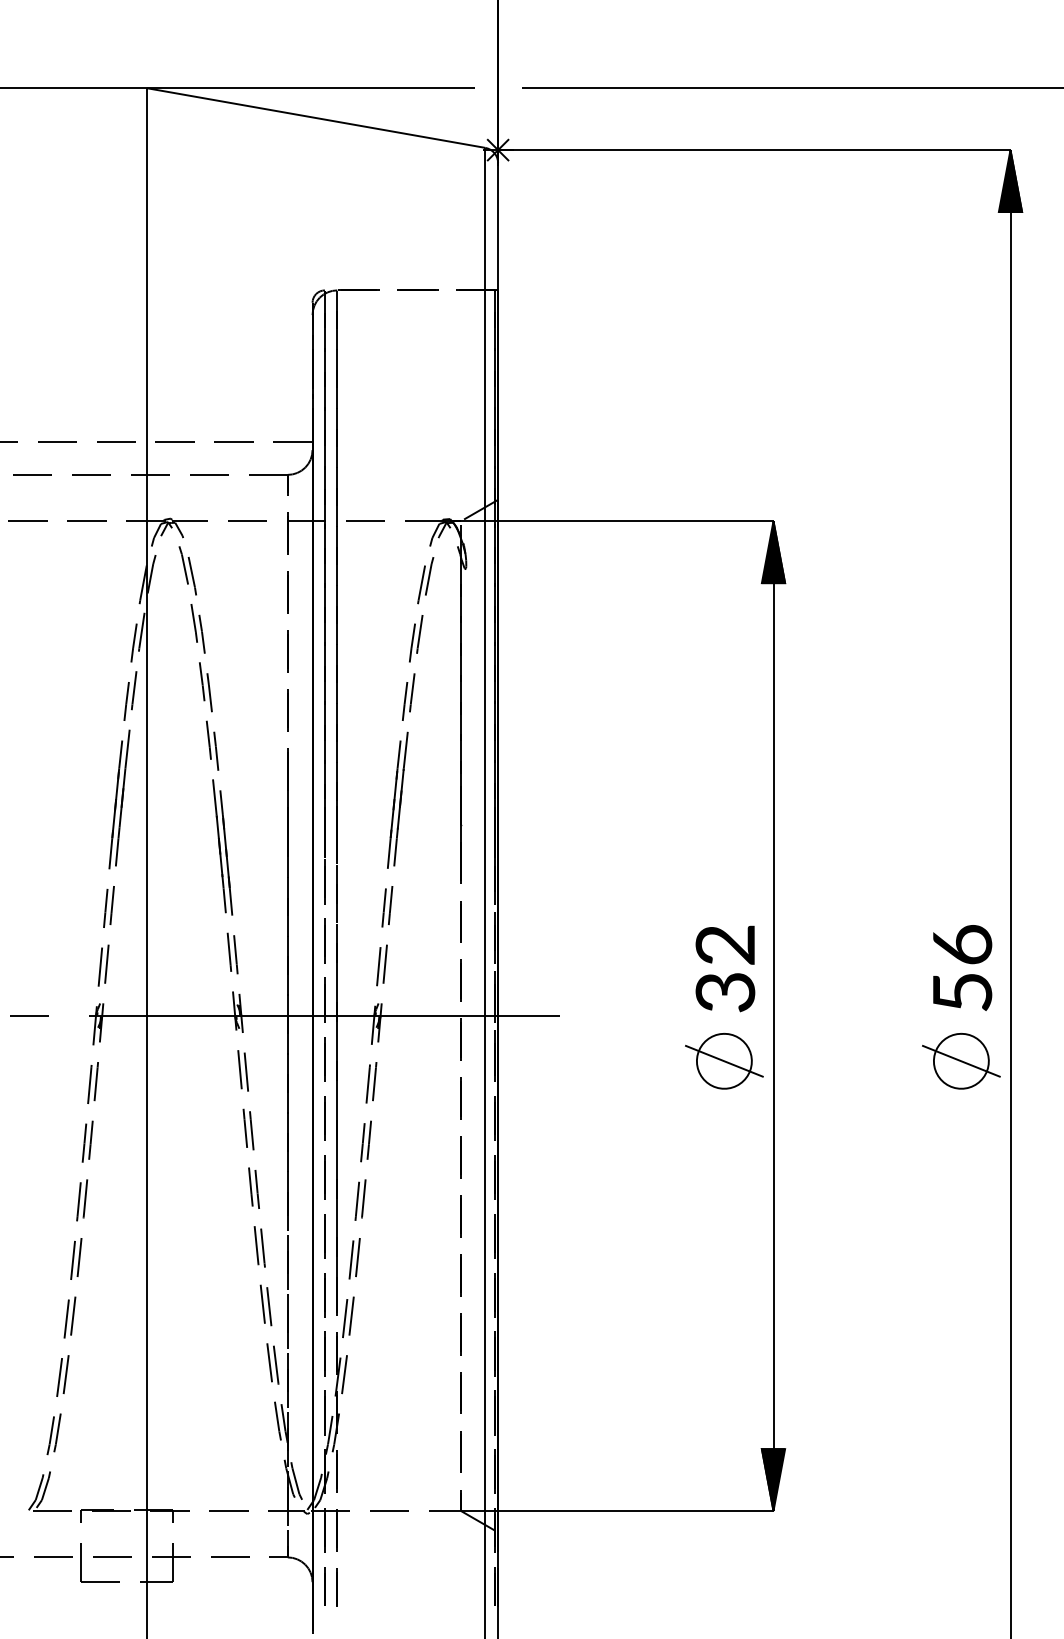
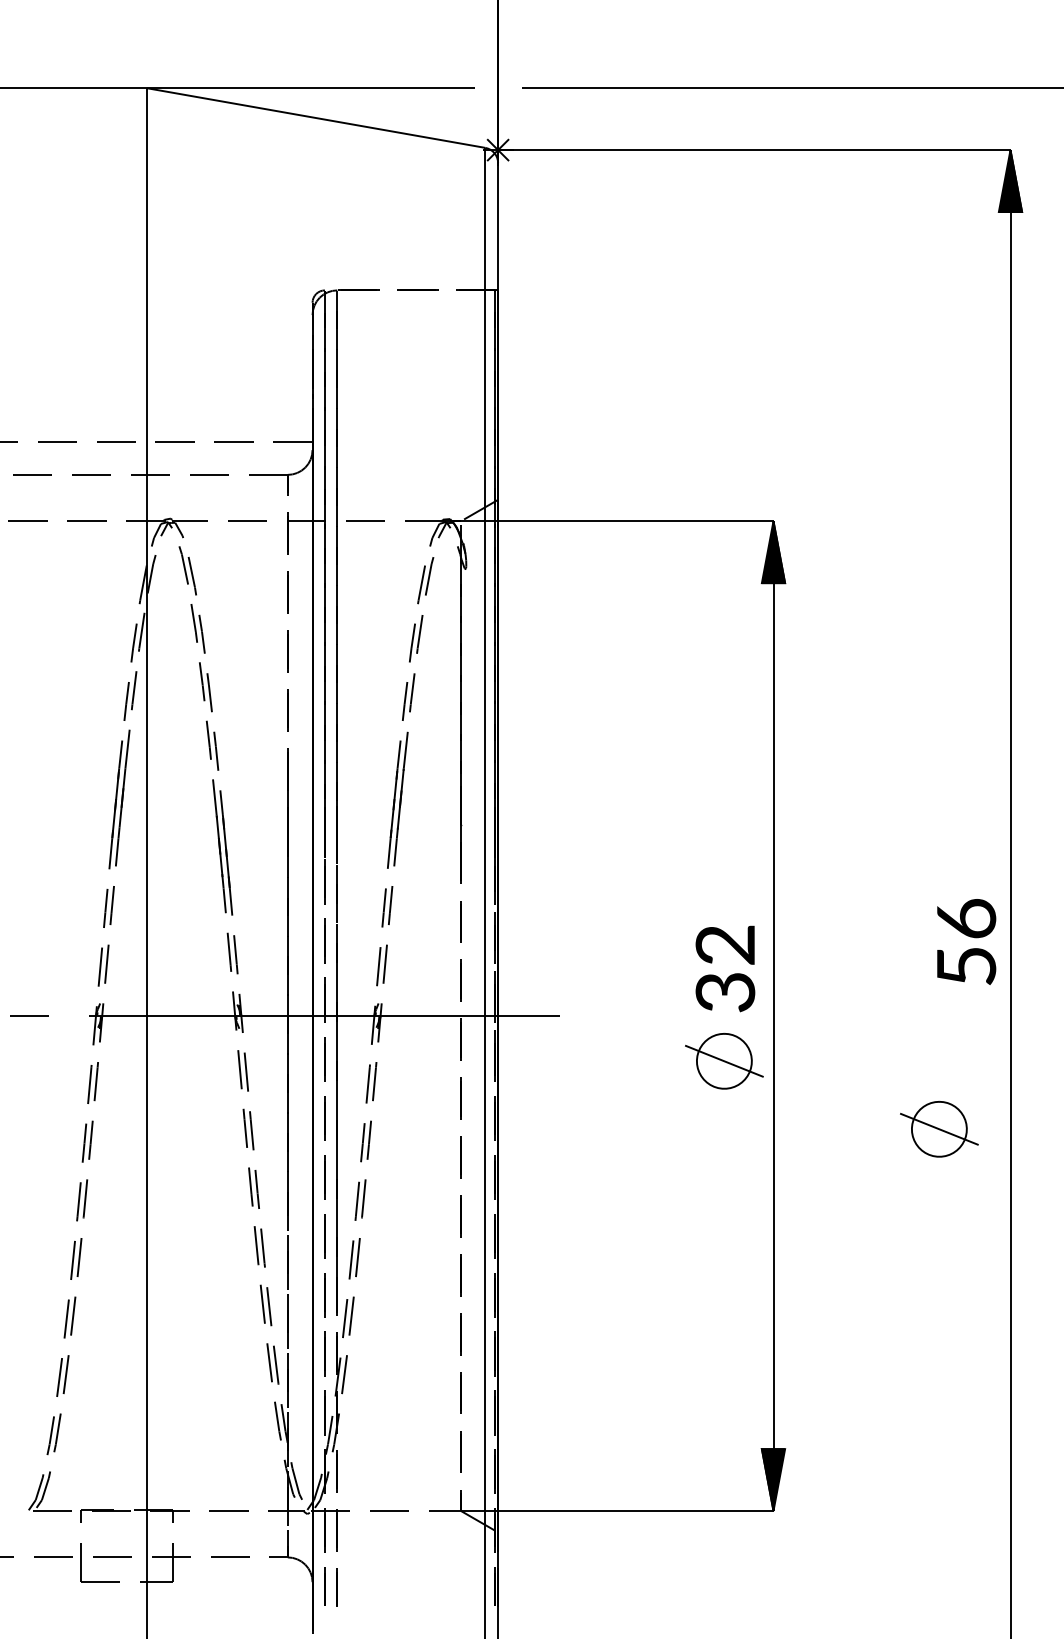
text at (962, 967) position: (962, 967) -> (966, 941)
part at (961, 1060) position: (961, 1060) -> (939, 1128)
